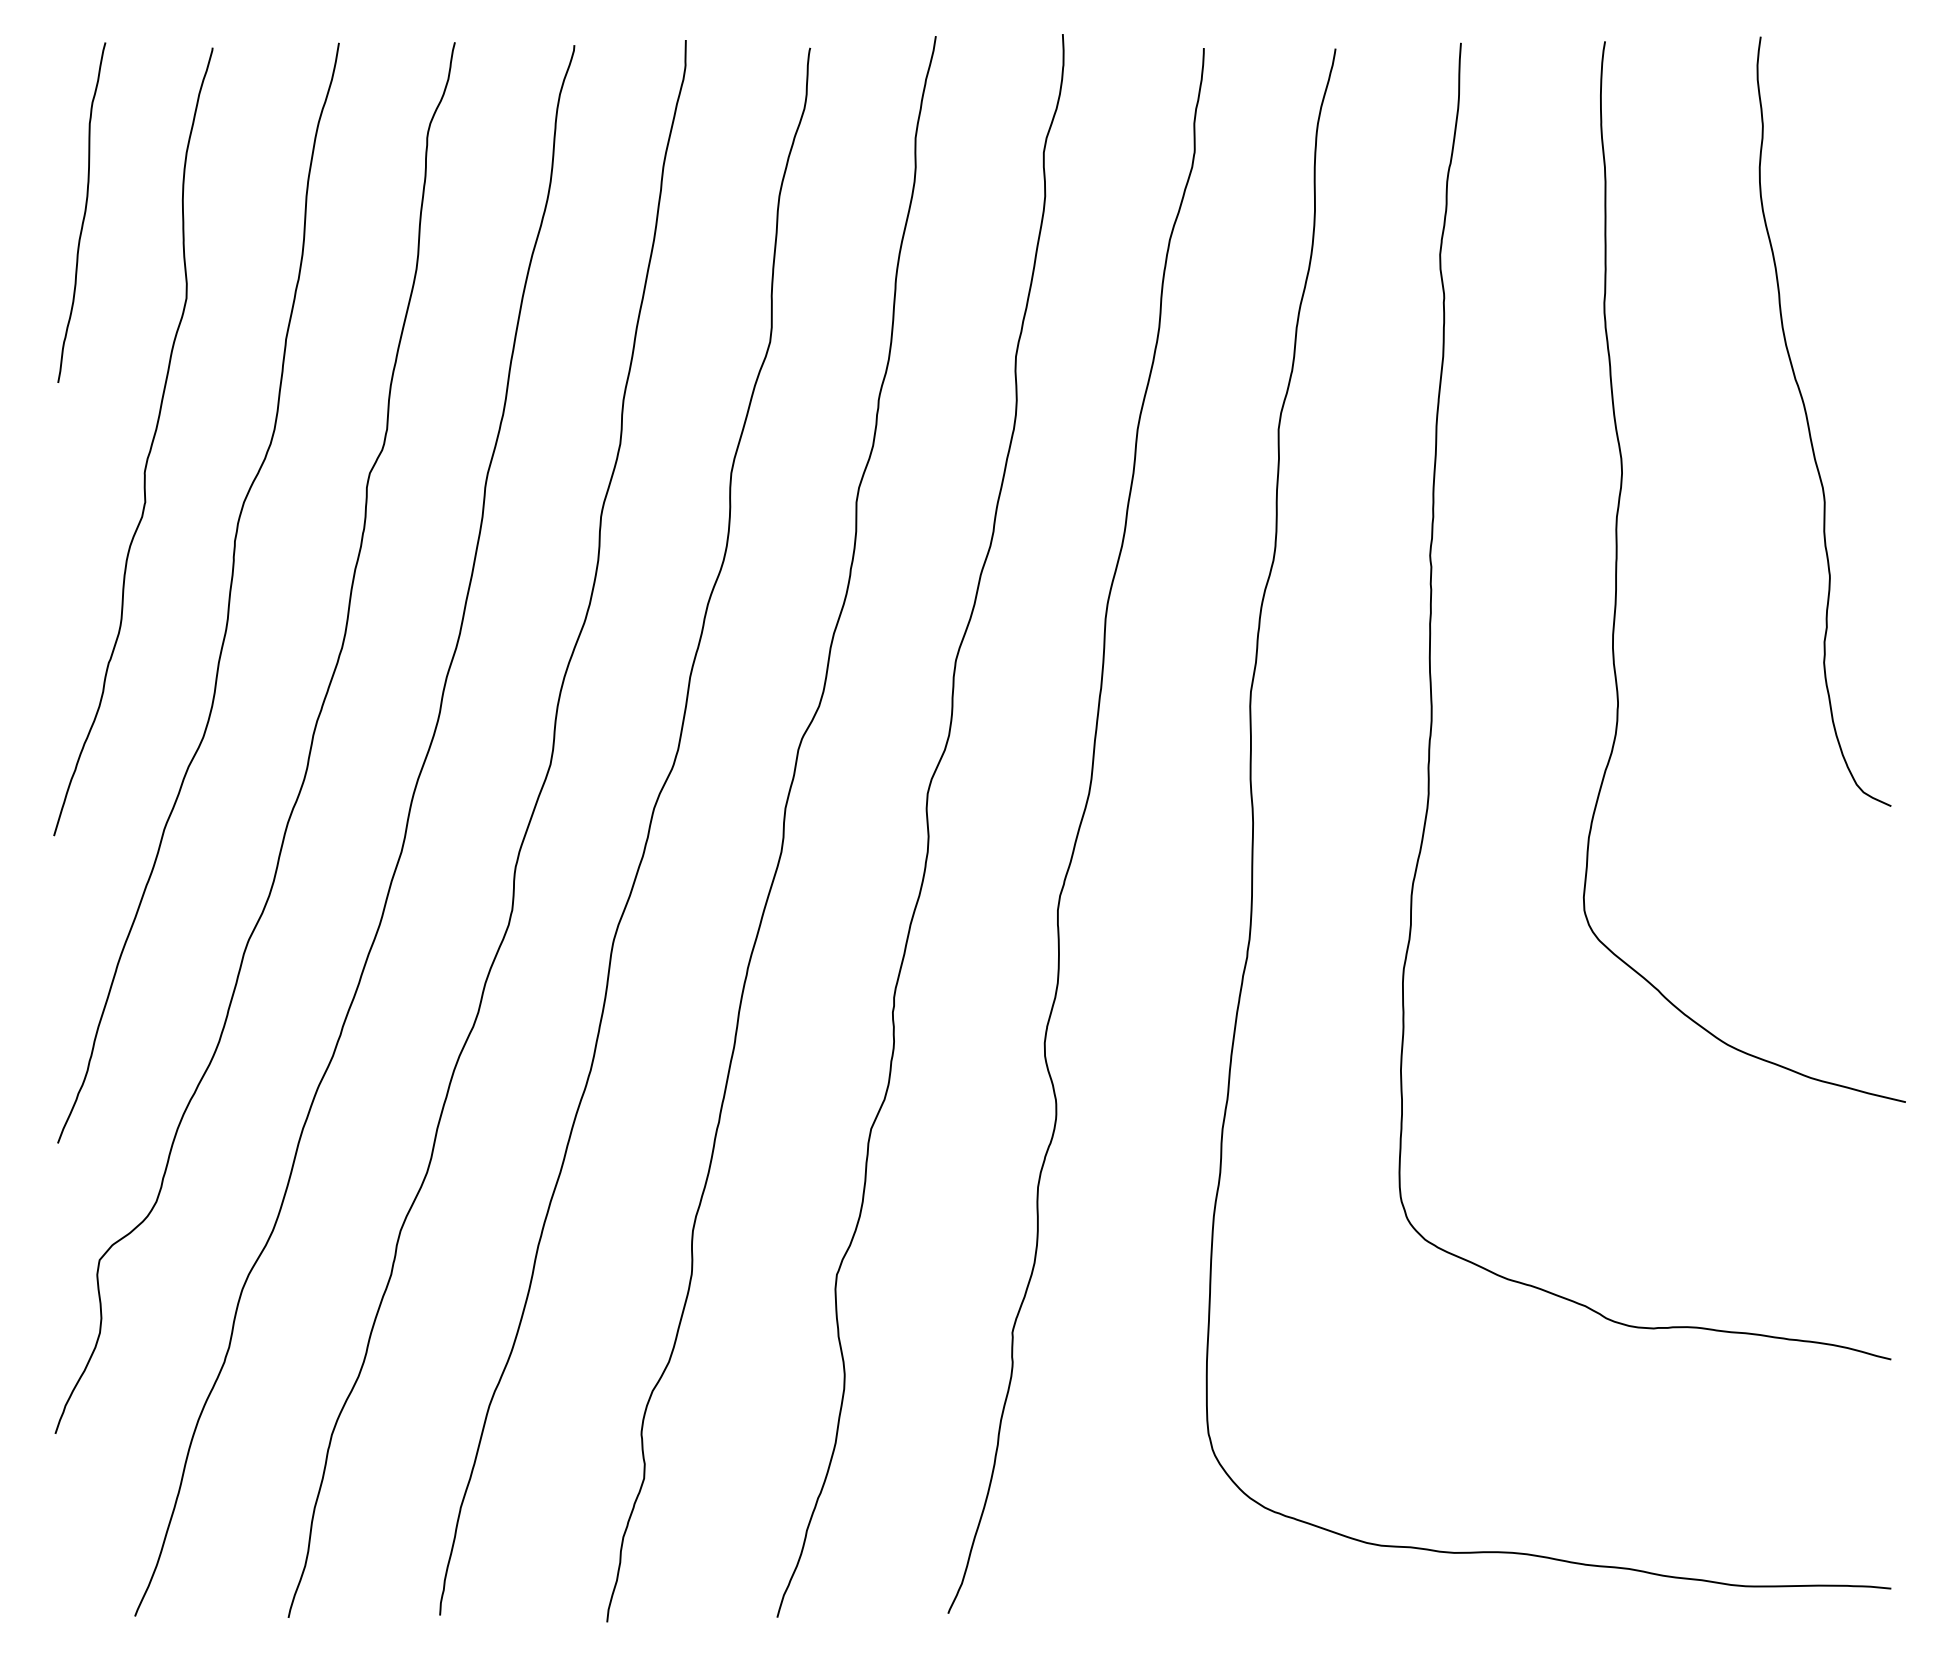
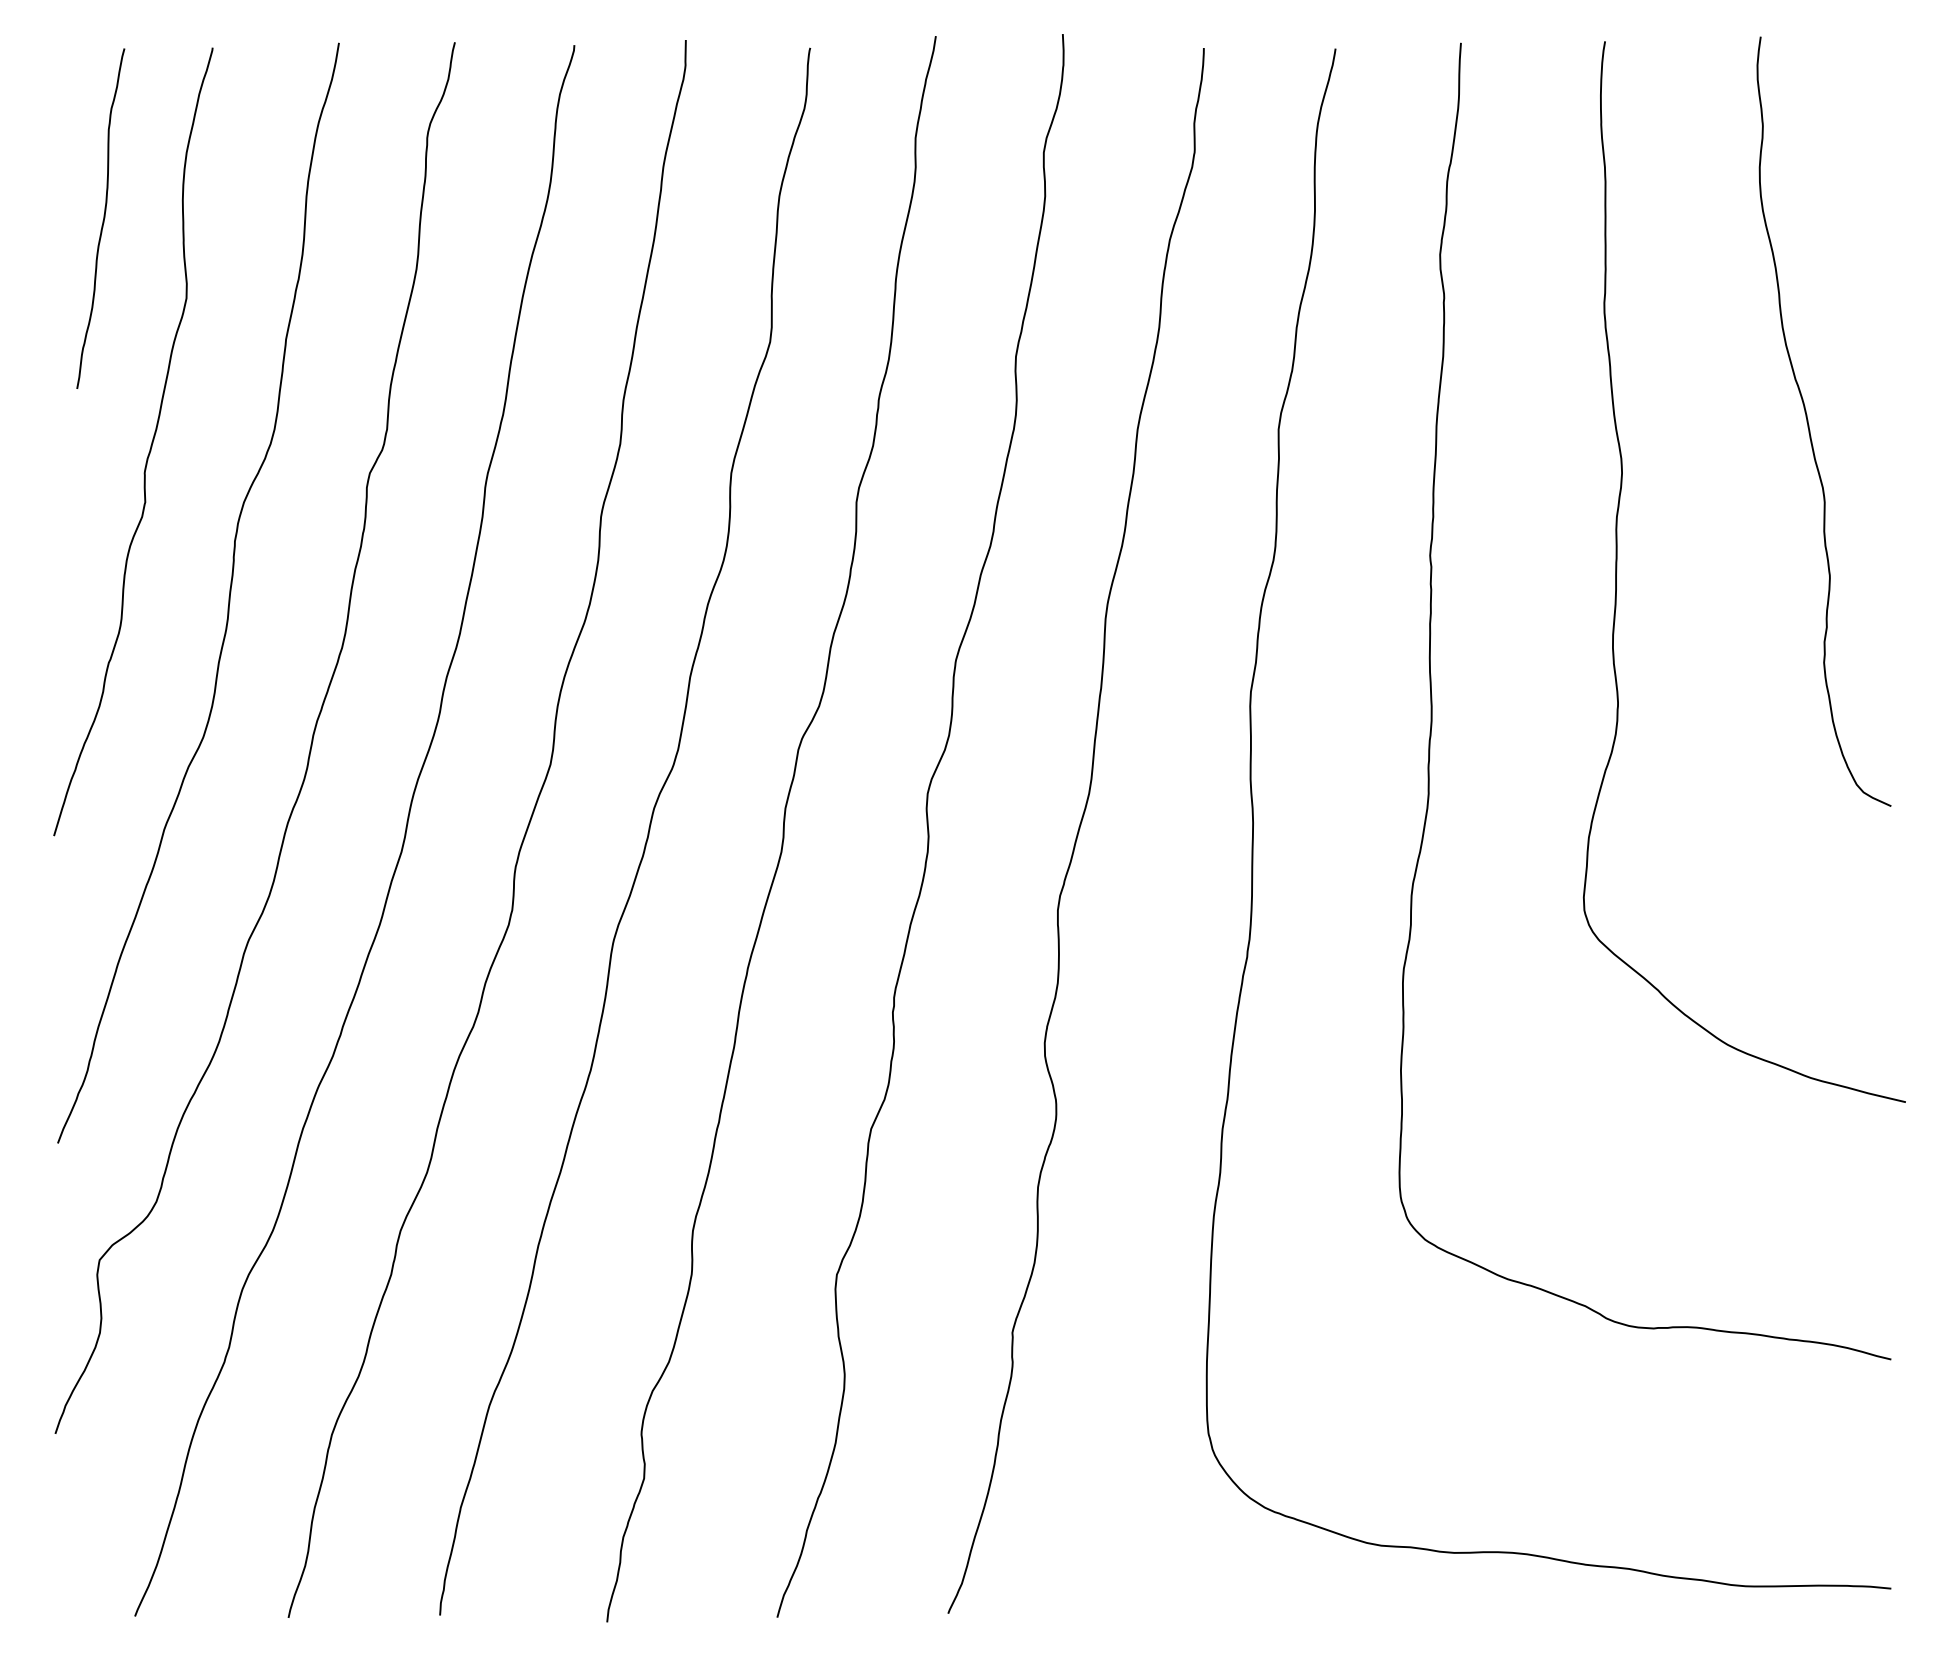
curve at (83, 214) position: (83, 214) -> (102, 220)
